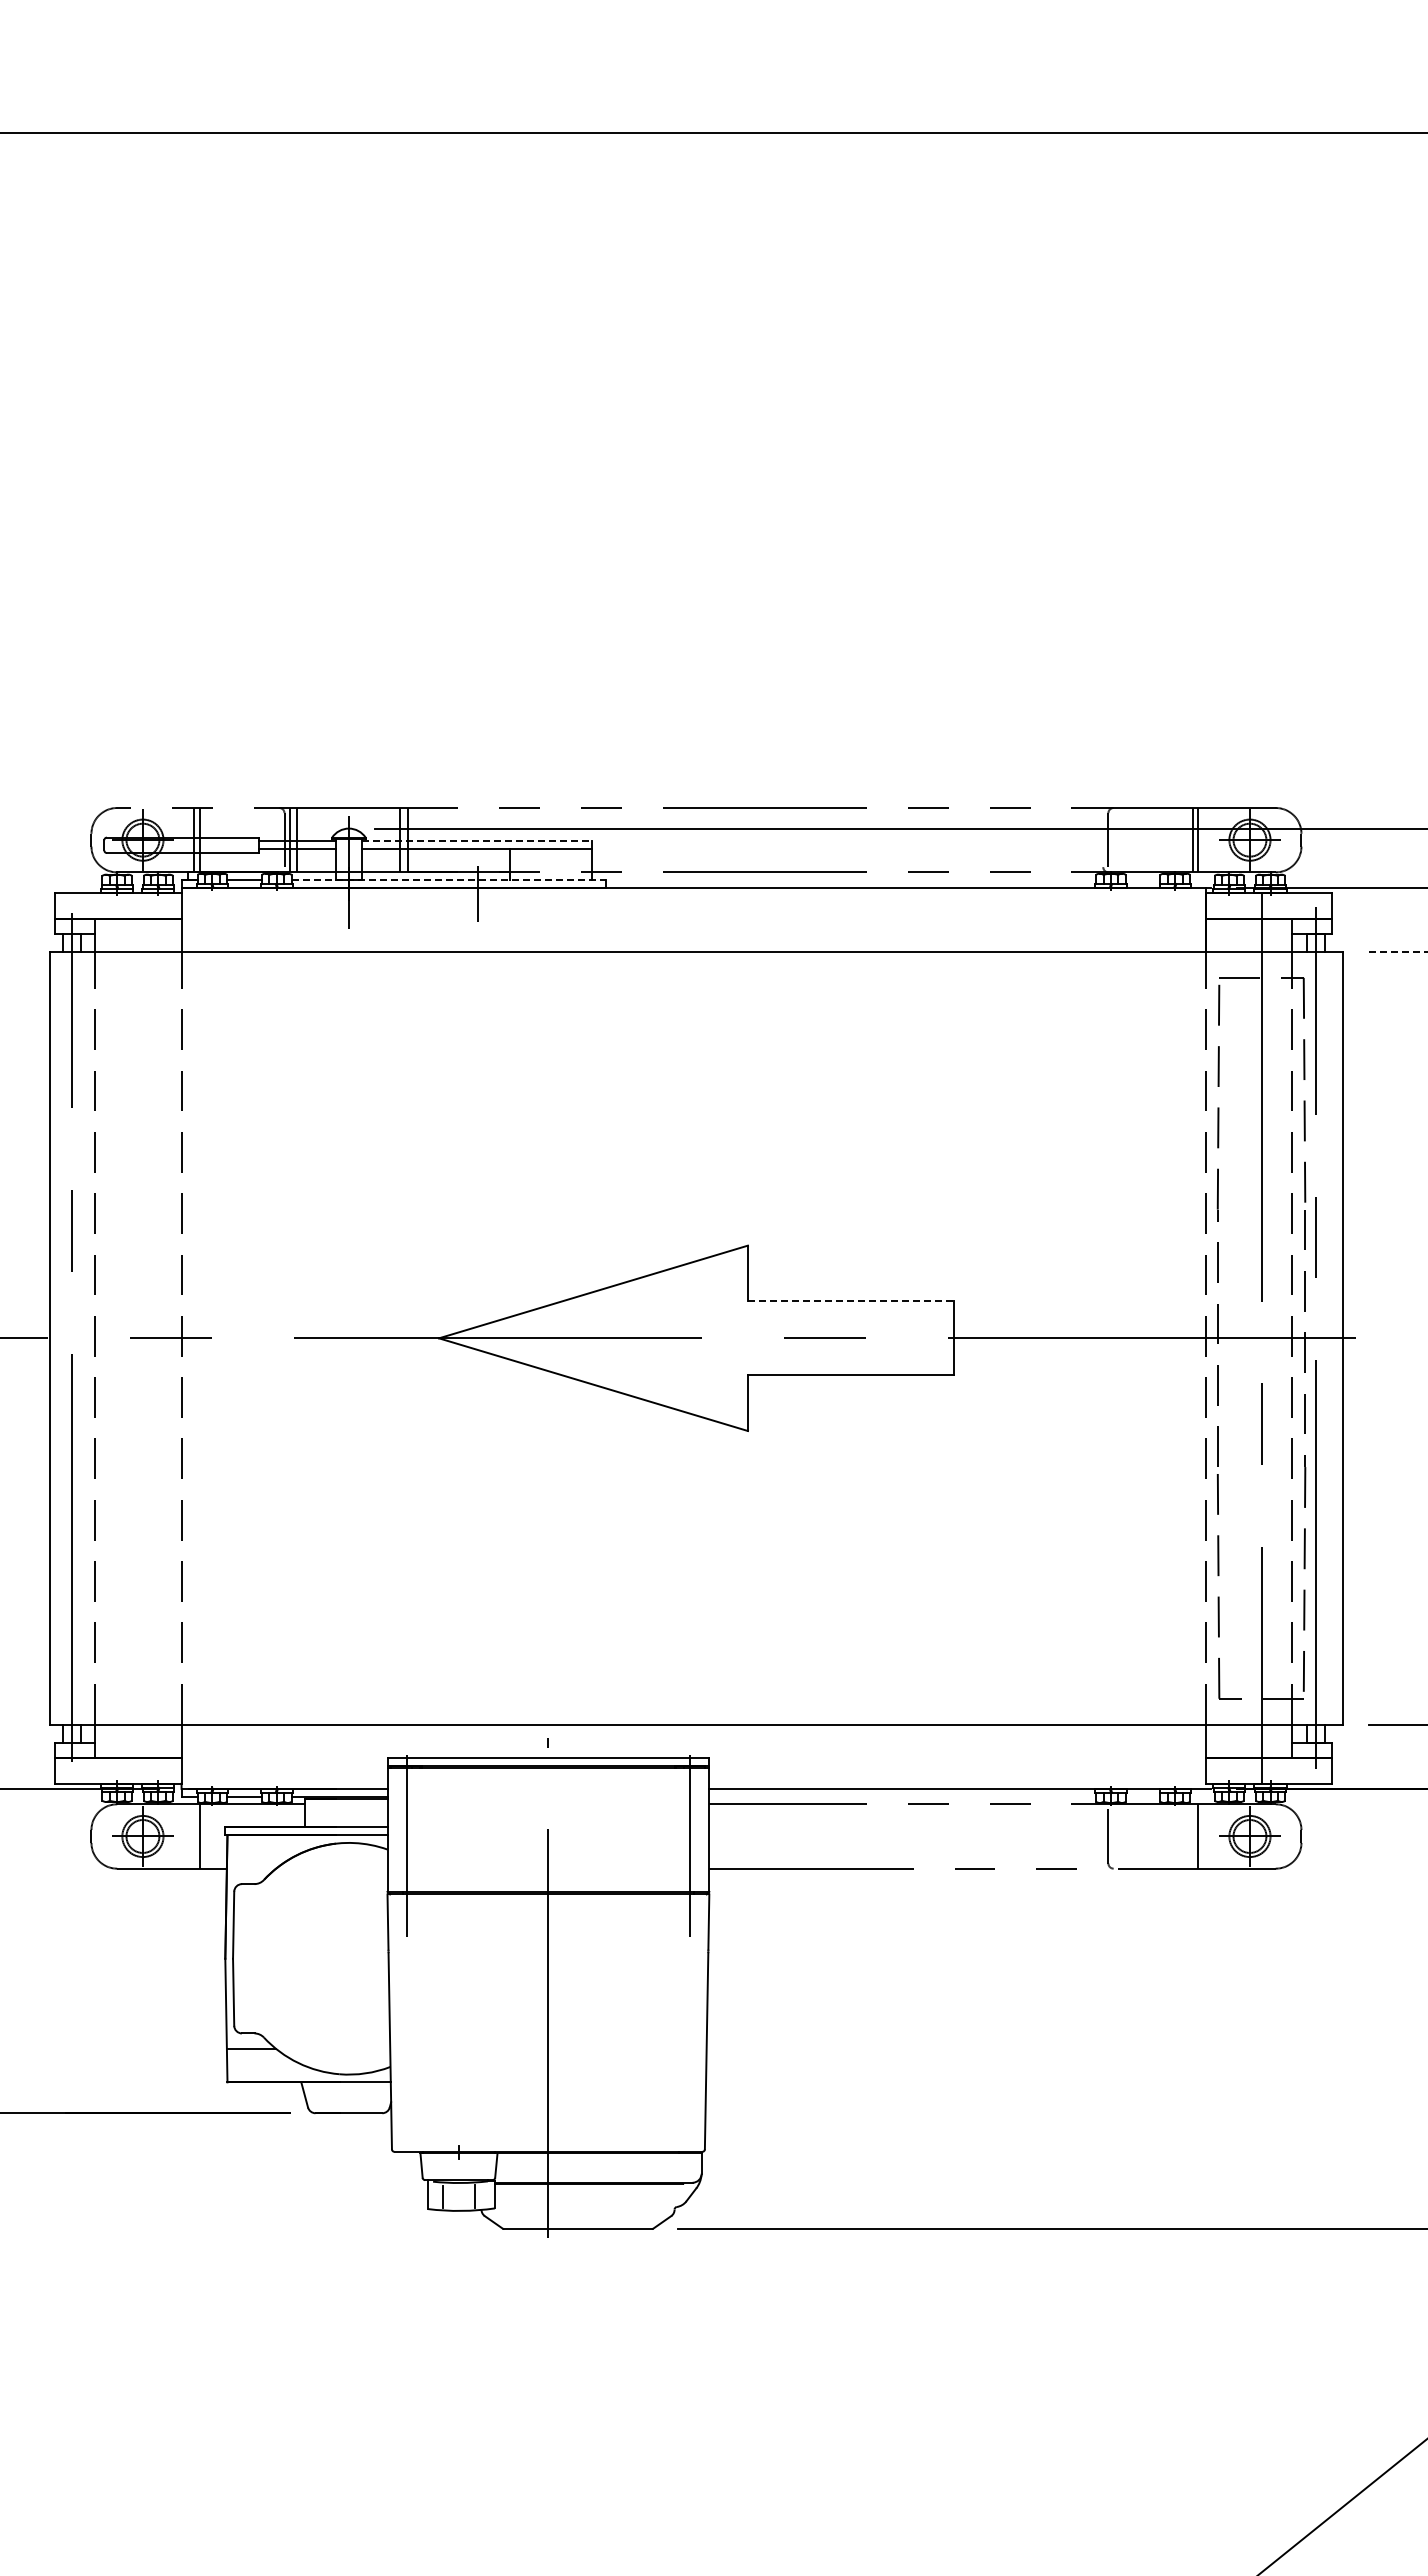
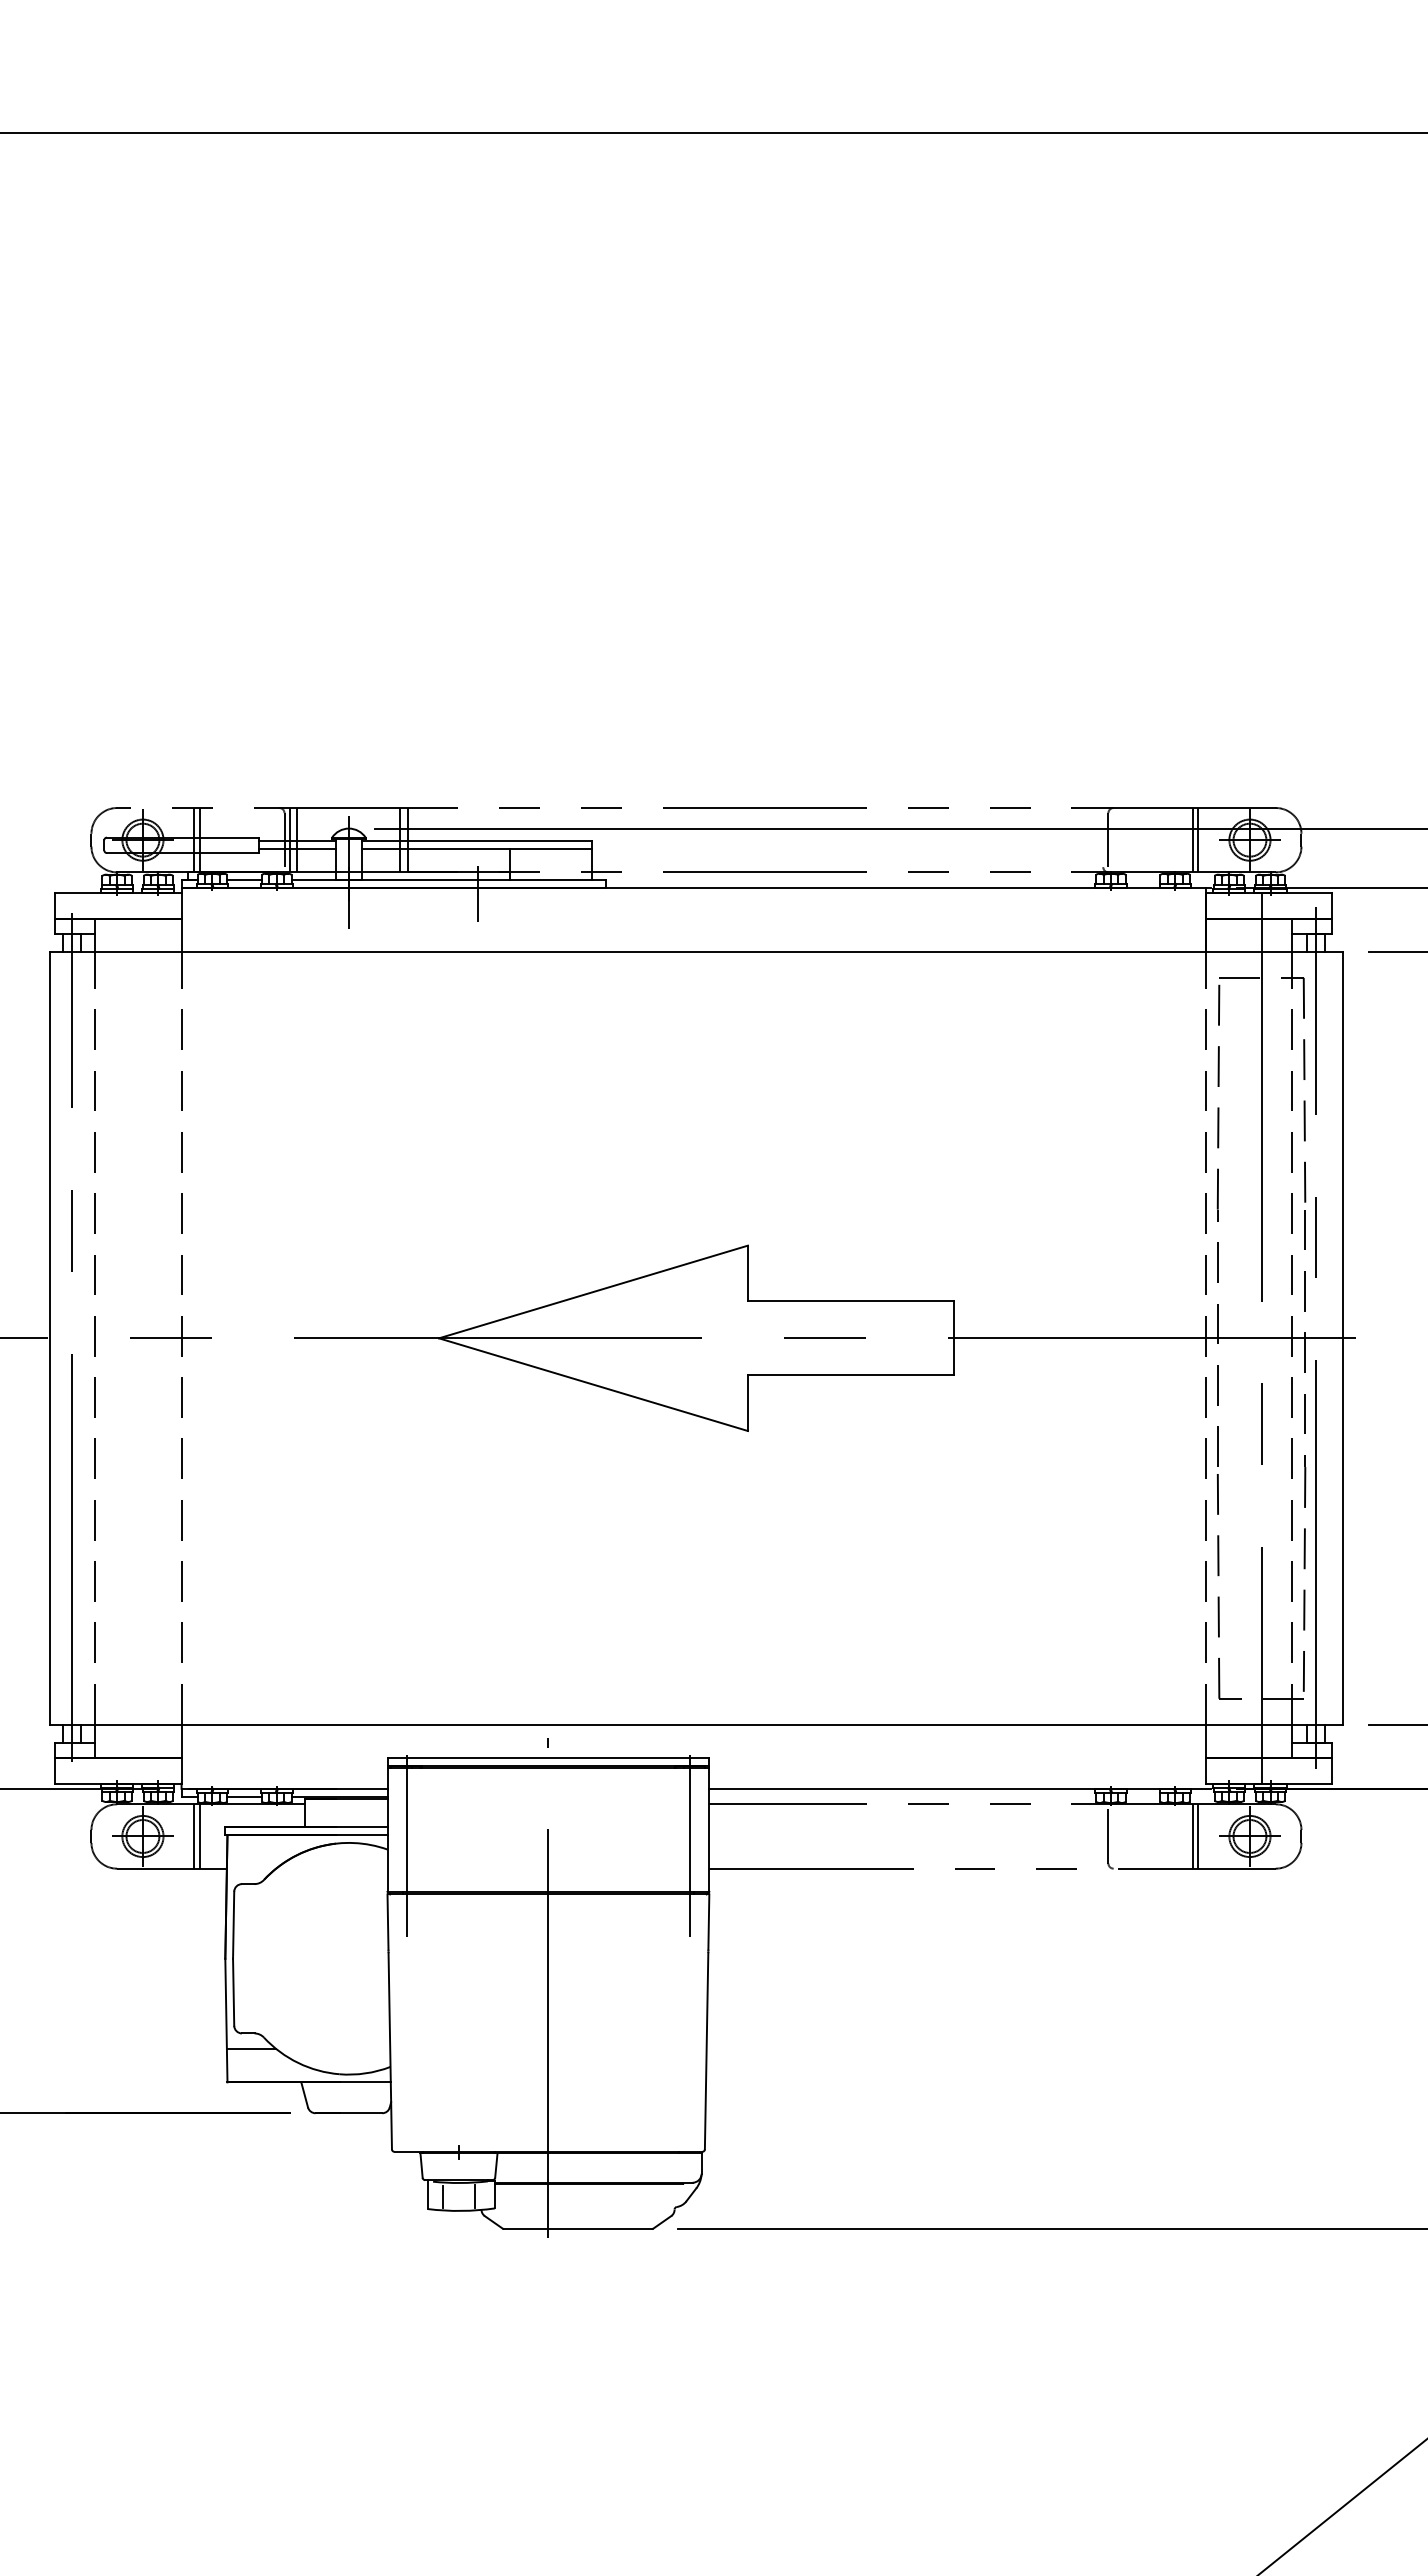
line at (477, 841): dashed -> solid
line at (449, 880): dashed -> solid
line at (1399, 952): dashed -> solid
line at (850, 1301): dashed -> solid
line at (194, 1836): none -> present
line at (1193, 1836): none -> present
